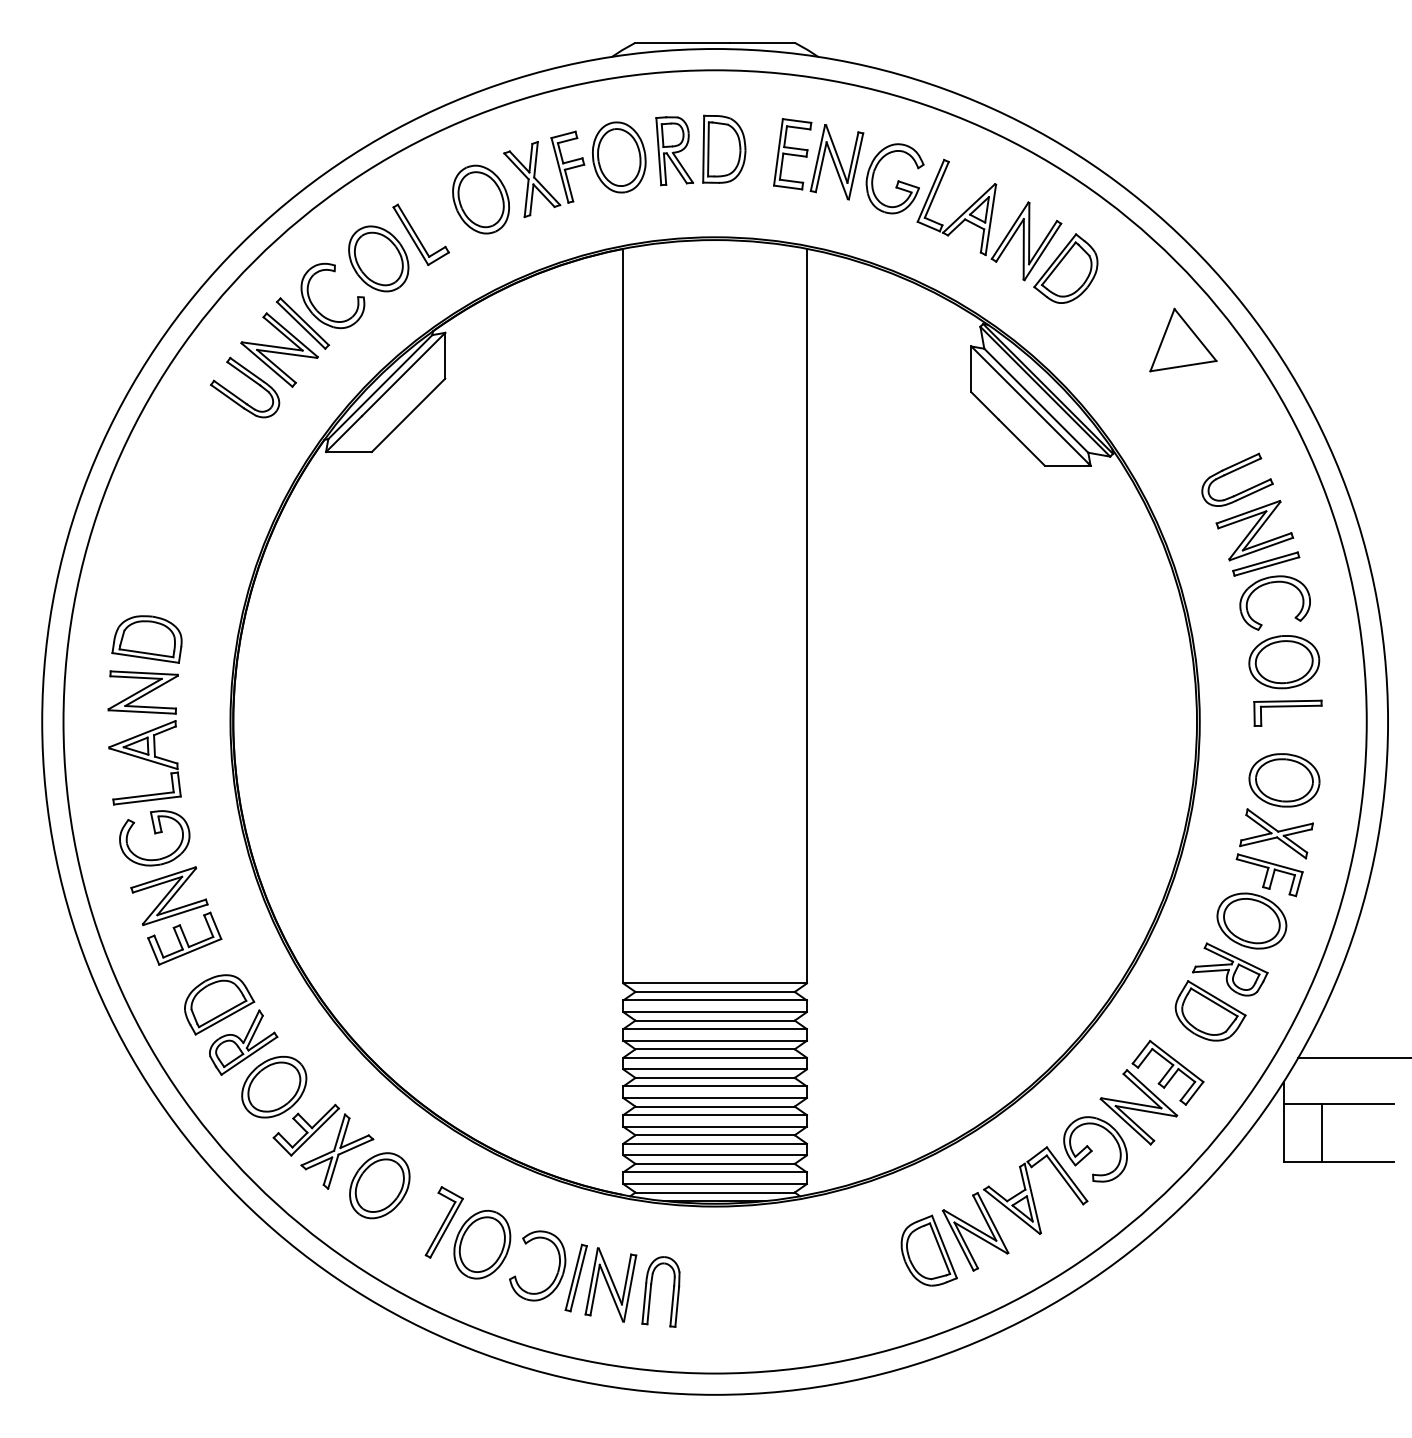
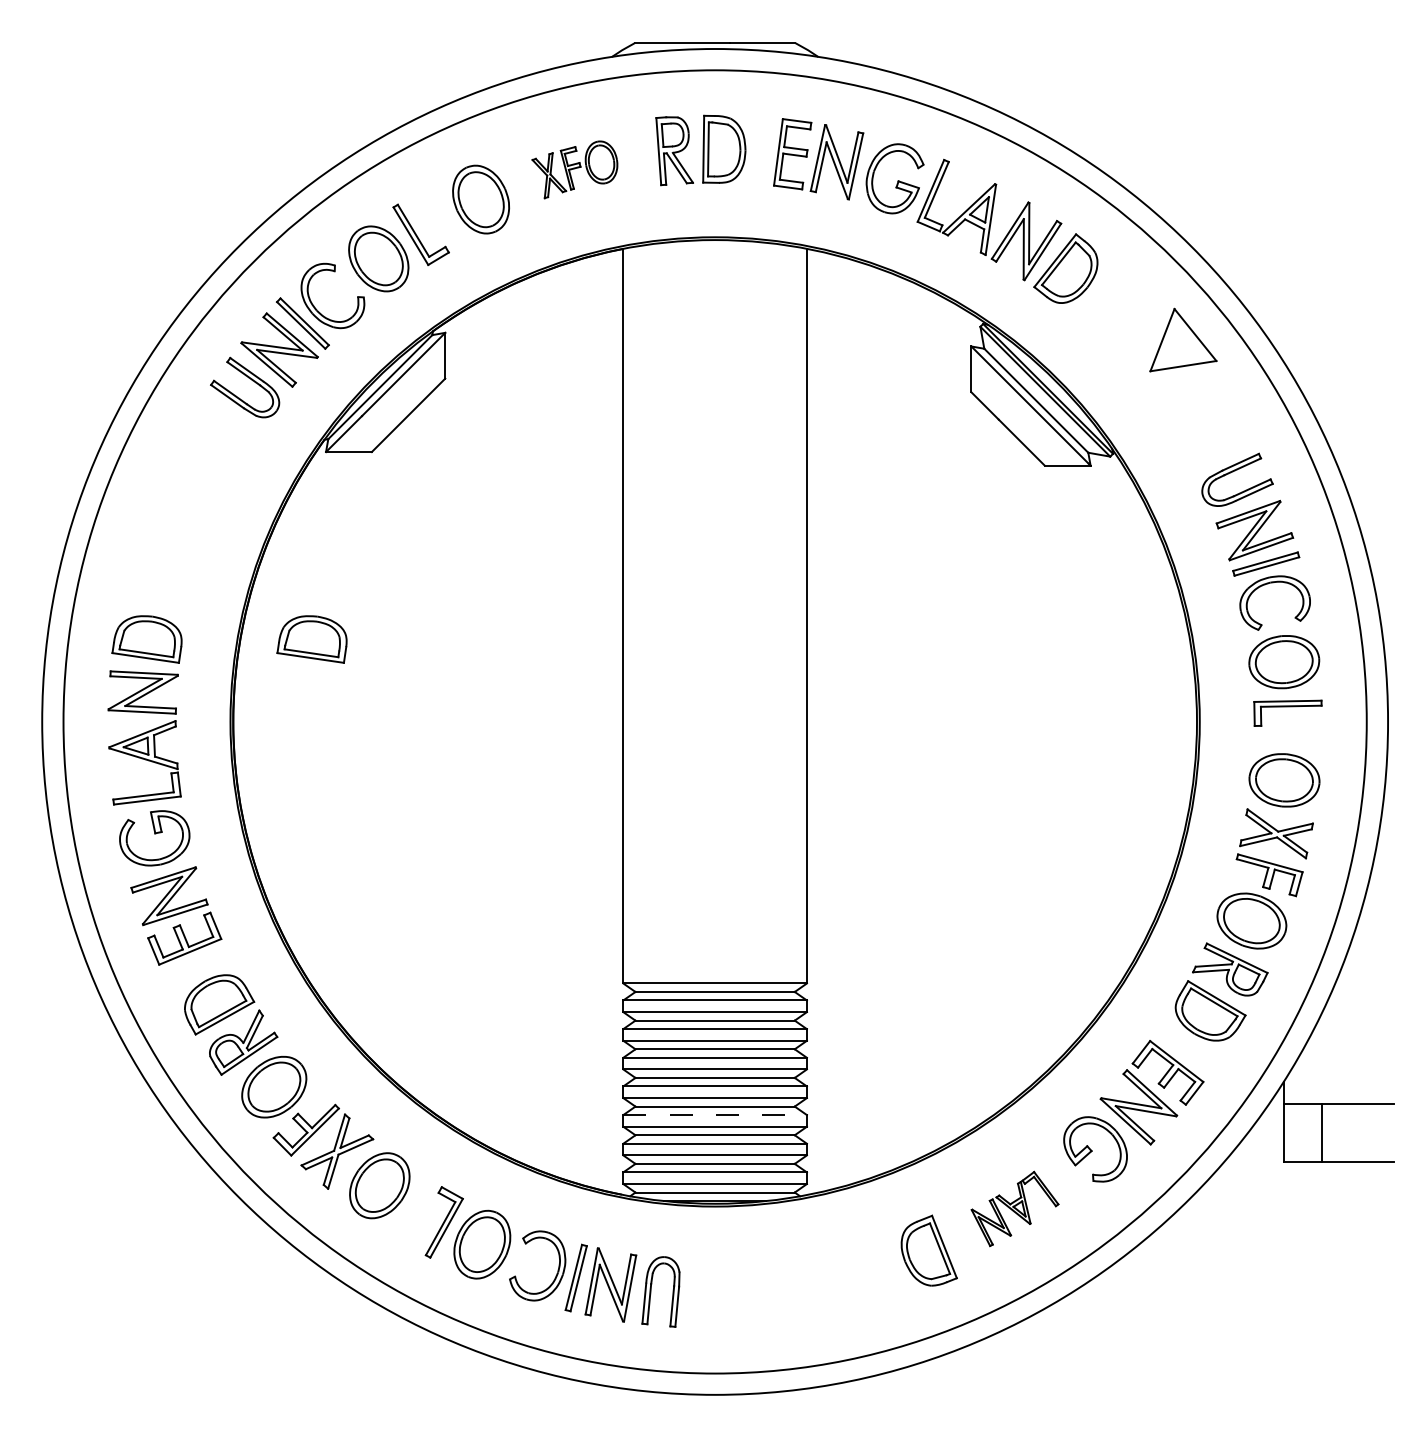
part at (574, 169) size: 144x98 px -> 88x60 px
part at (311, 639): none -> present
line at (1353, 1057): present -> none
line at (715, 1115): solid -> dashed
part at (1014, 1208) size: 148x126 px -> 90x78 px
